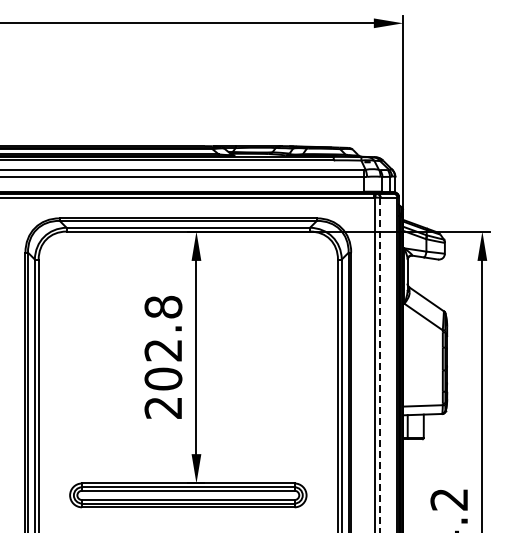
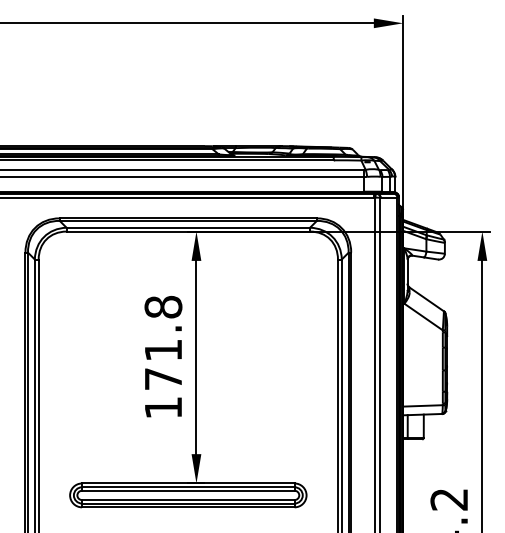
line at (380, 365): dashed -> solid
text at (163, 379): 202.8 -> 171.8
